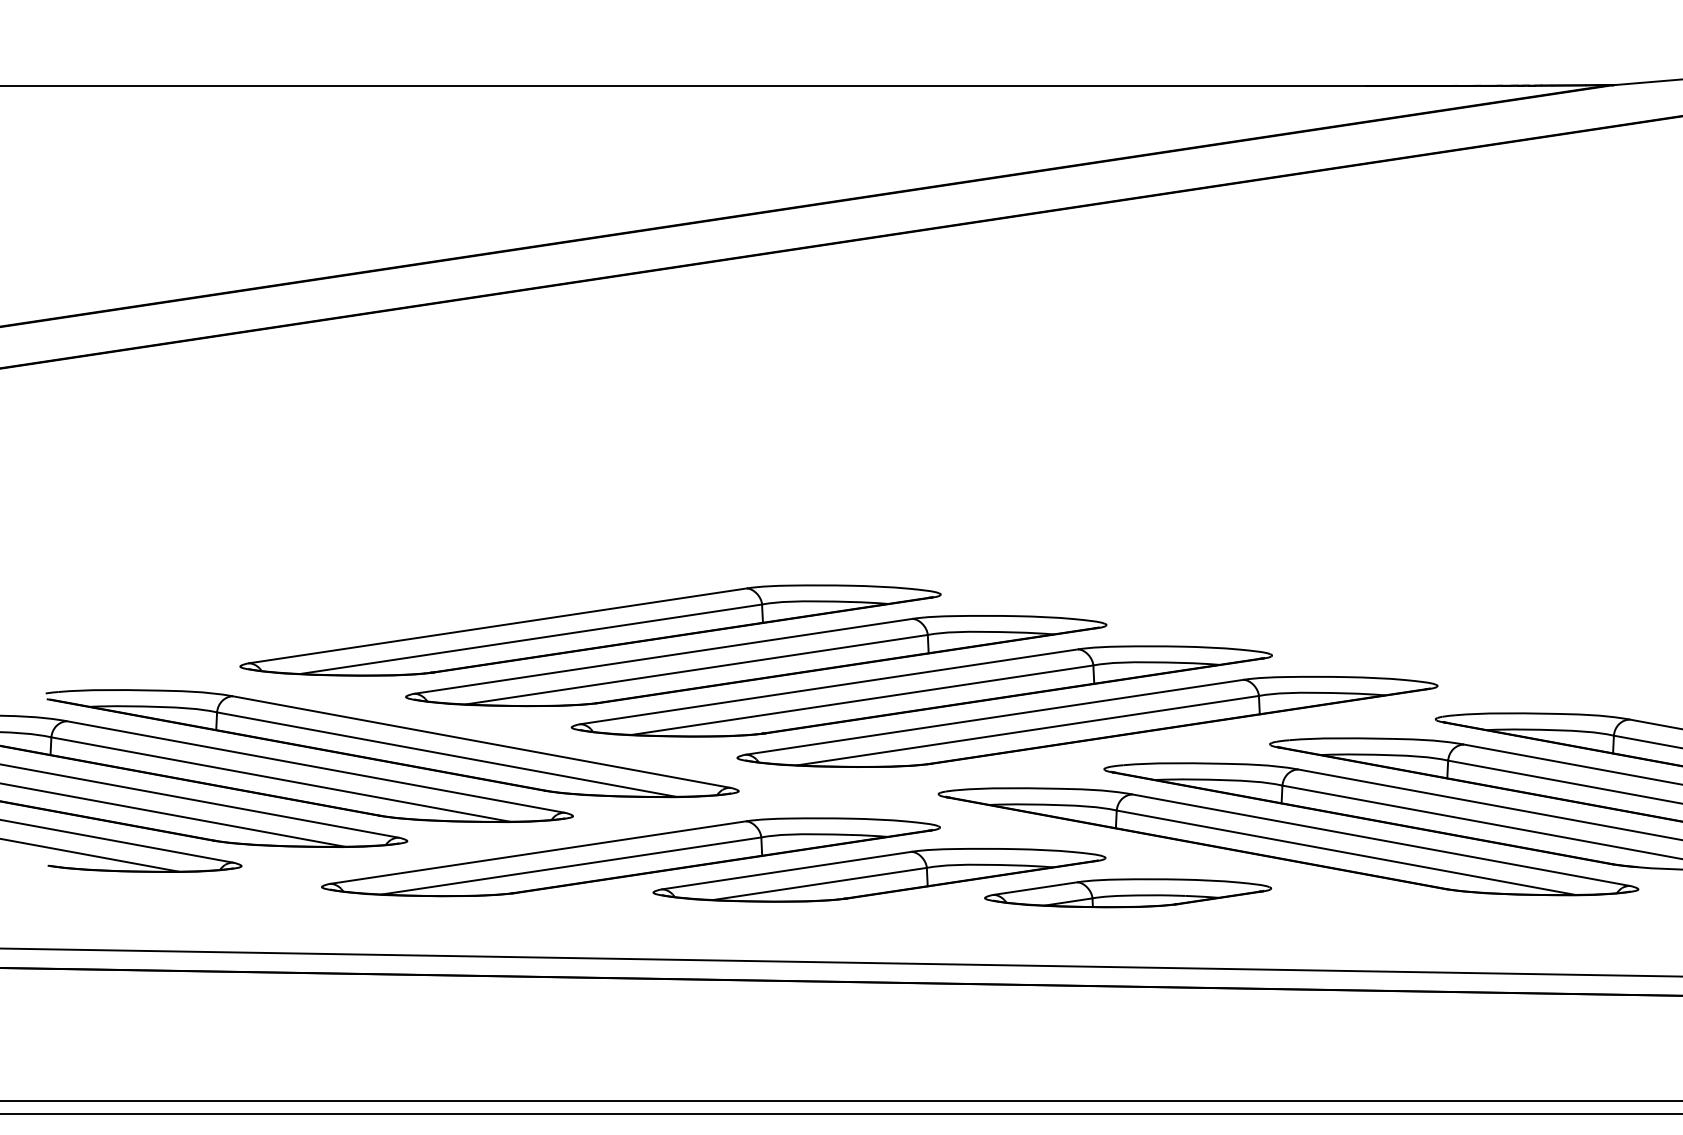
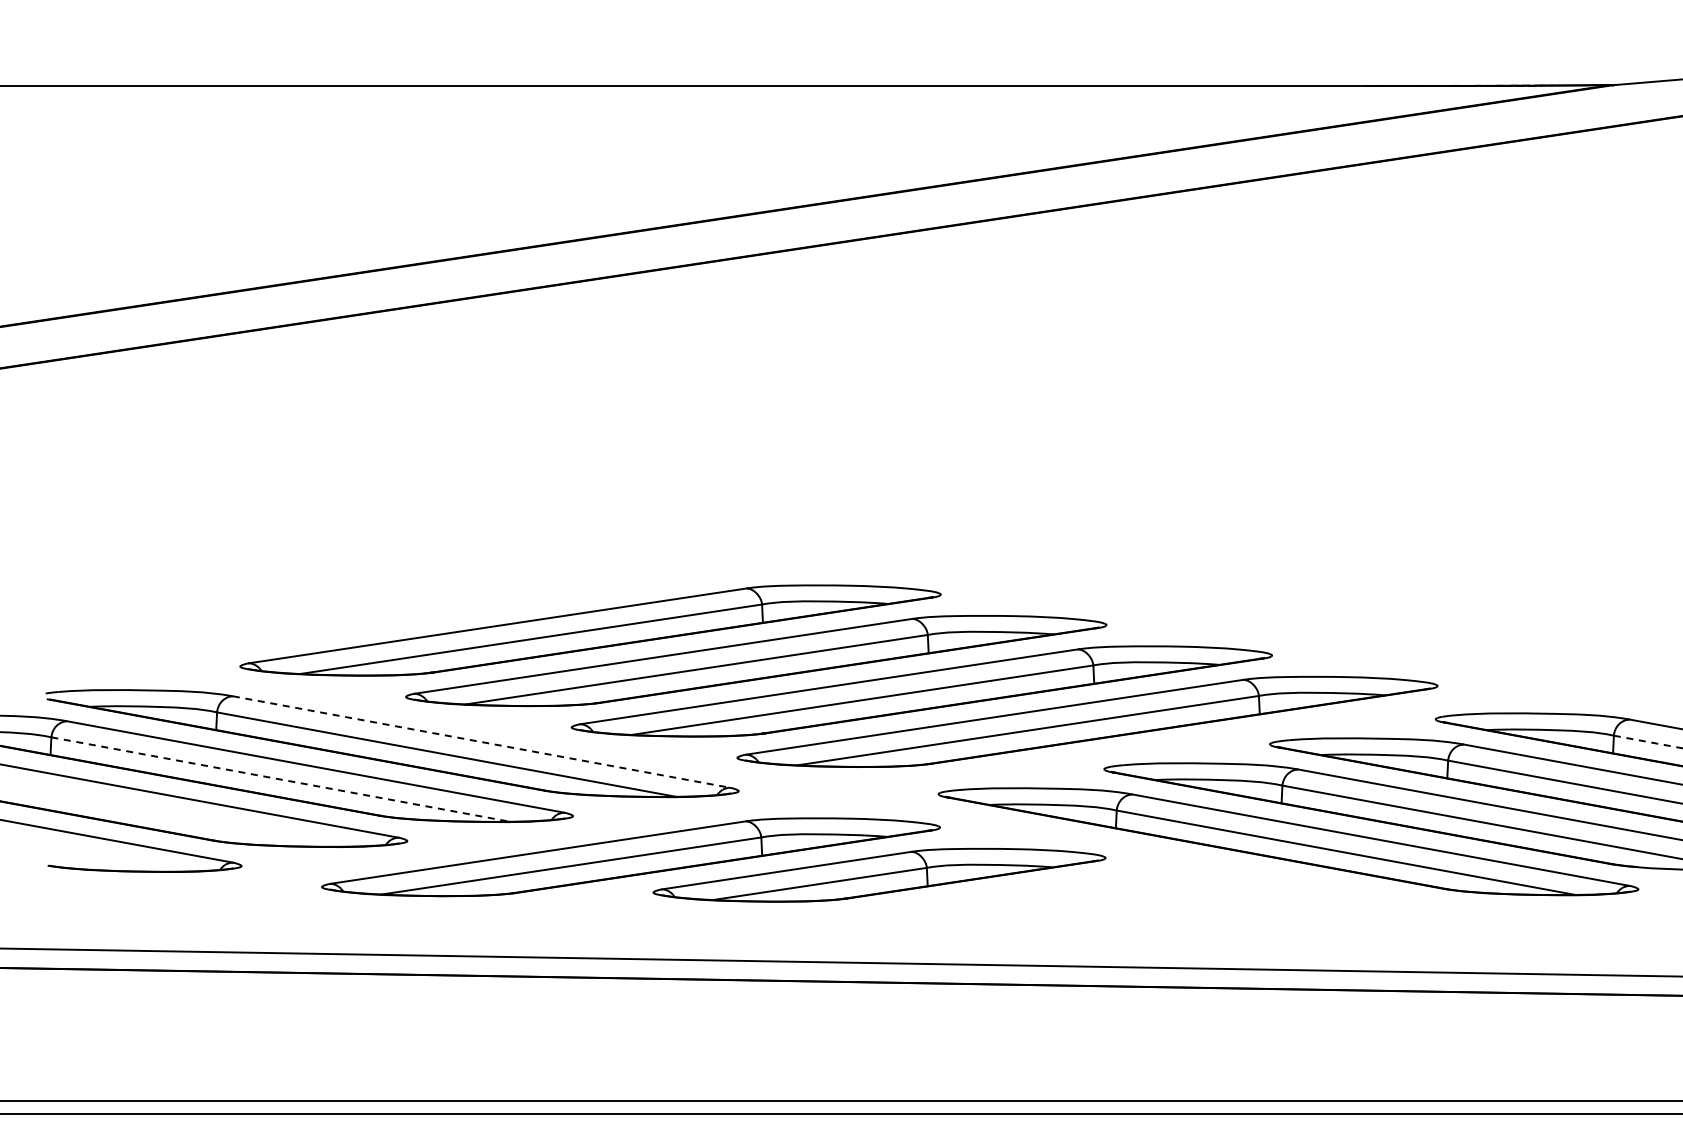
line at (481, 742): solid -> dashed
line at (1648, 742): solid -> dashed
line at (281, 779): solid -> dashed
line at (173, 814): present -> none
line at (90, 855): present -> none
part at (1128, 893): present -> none
